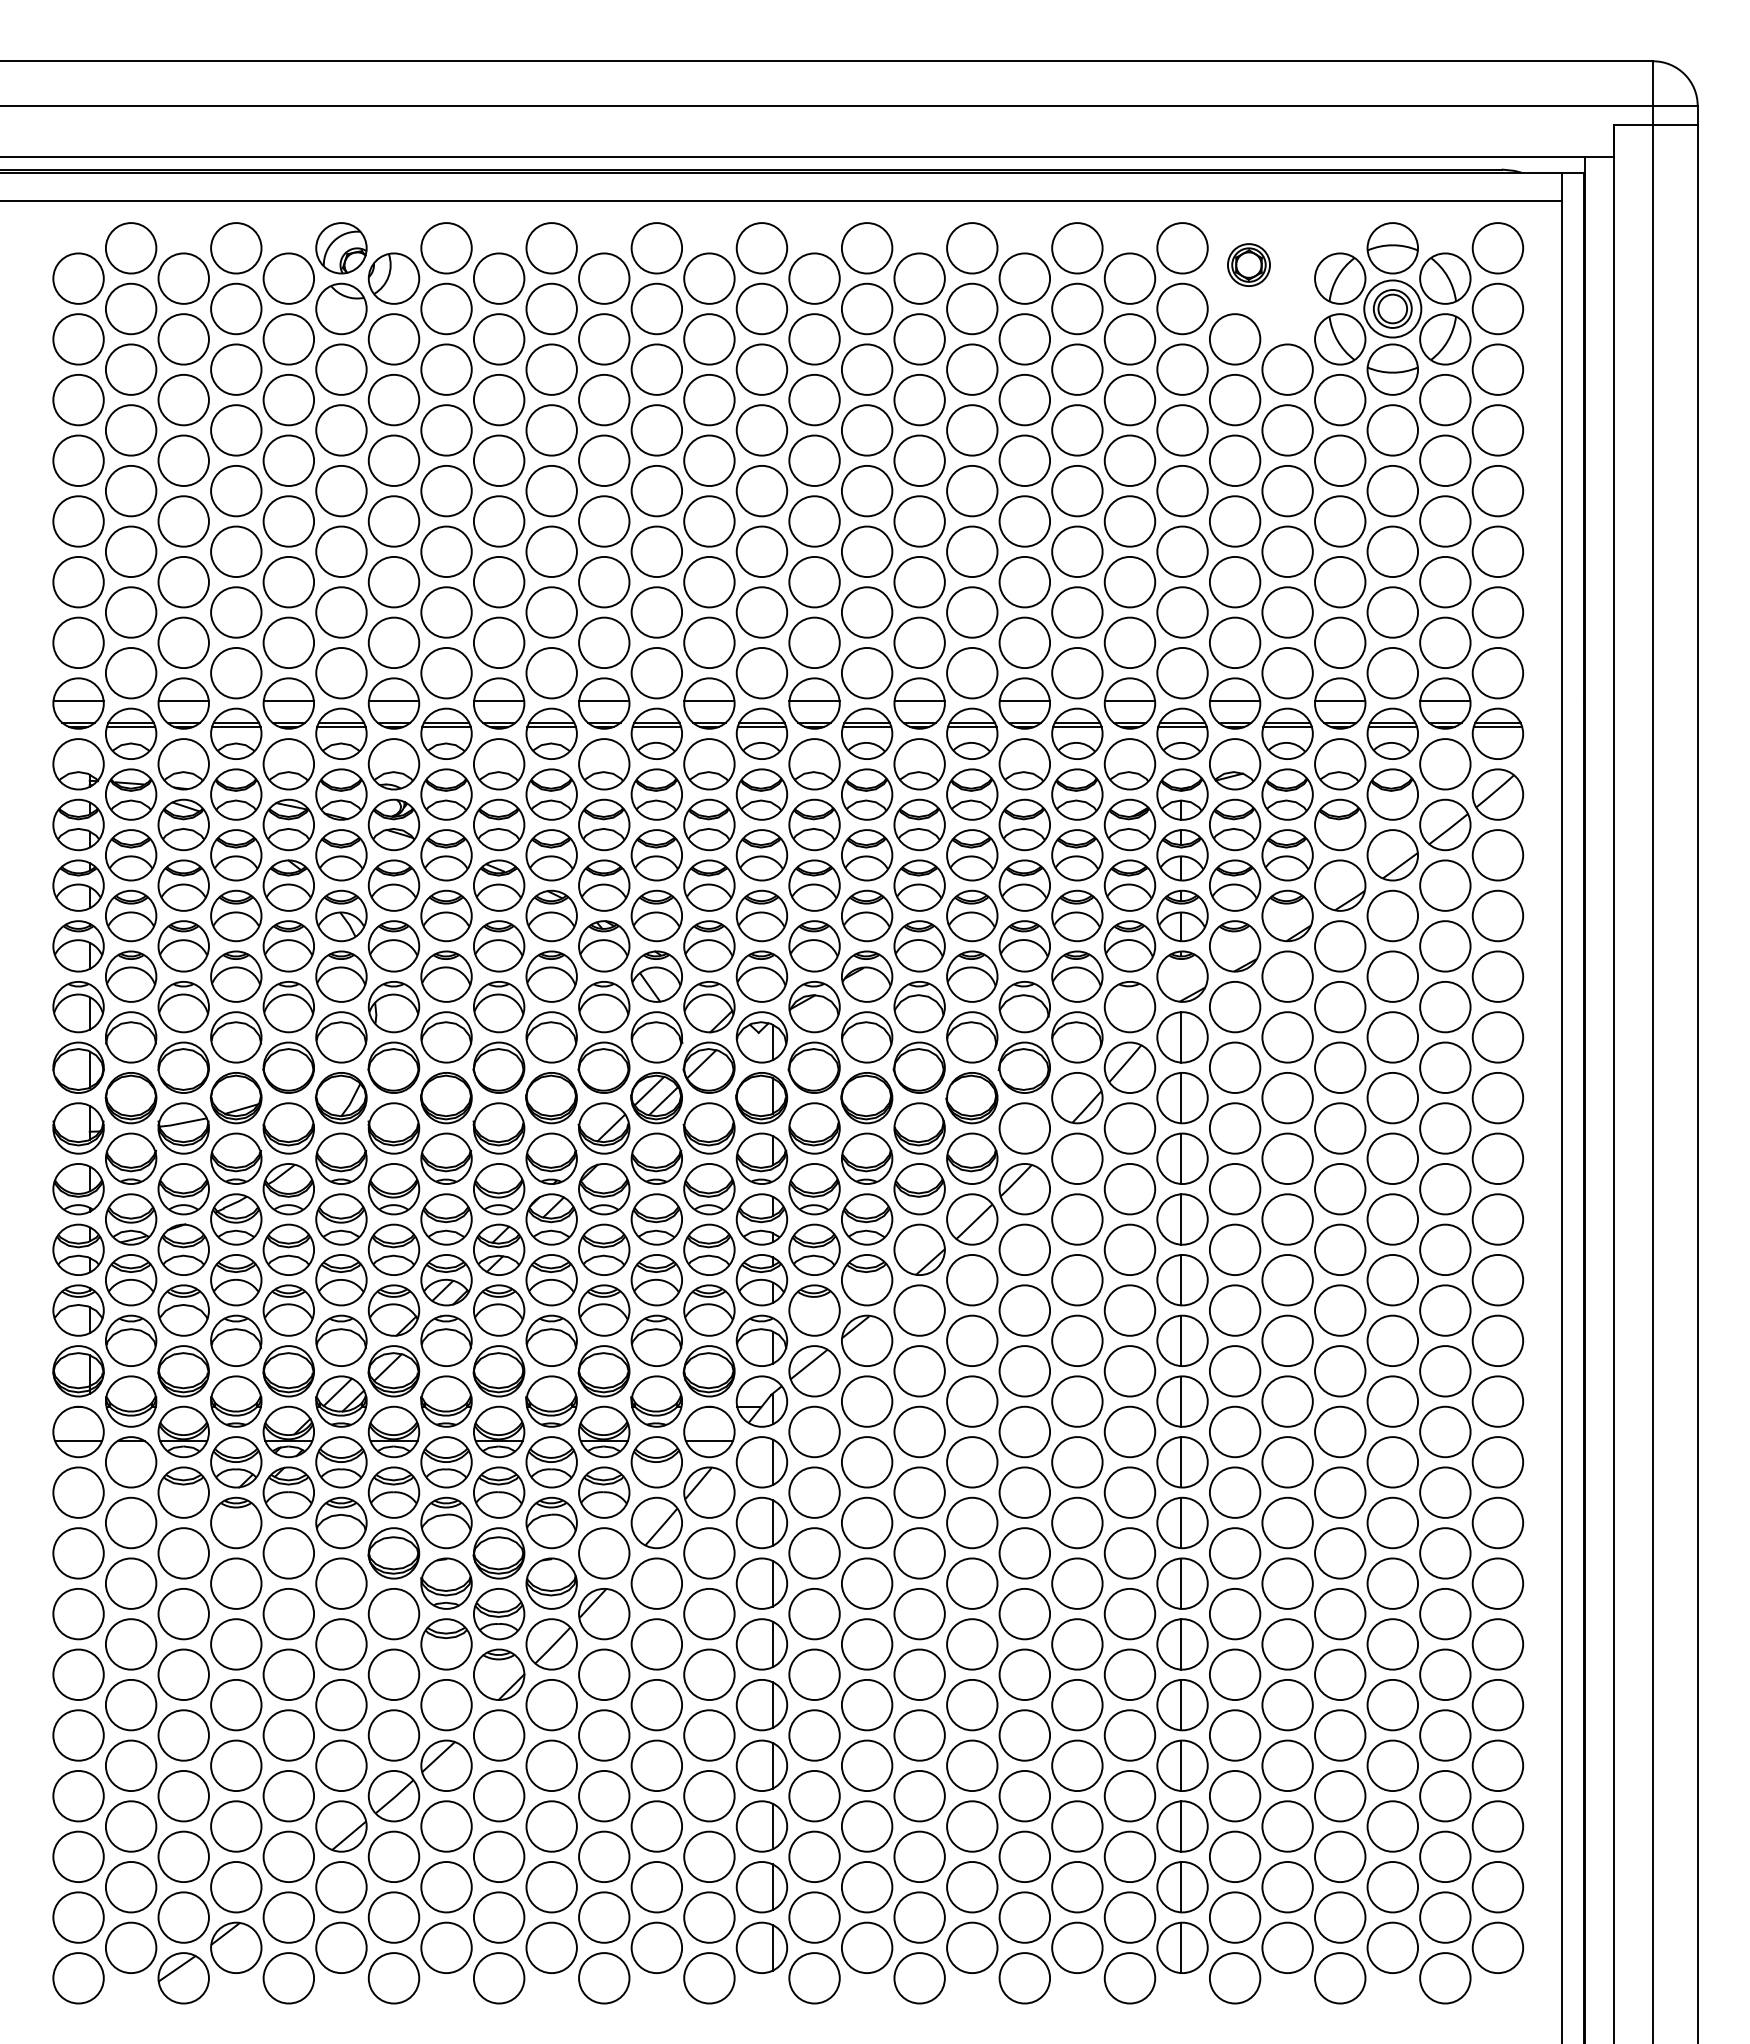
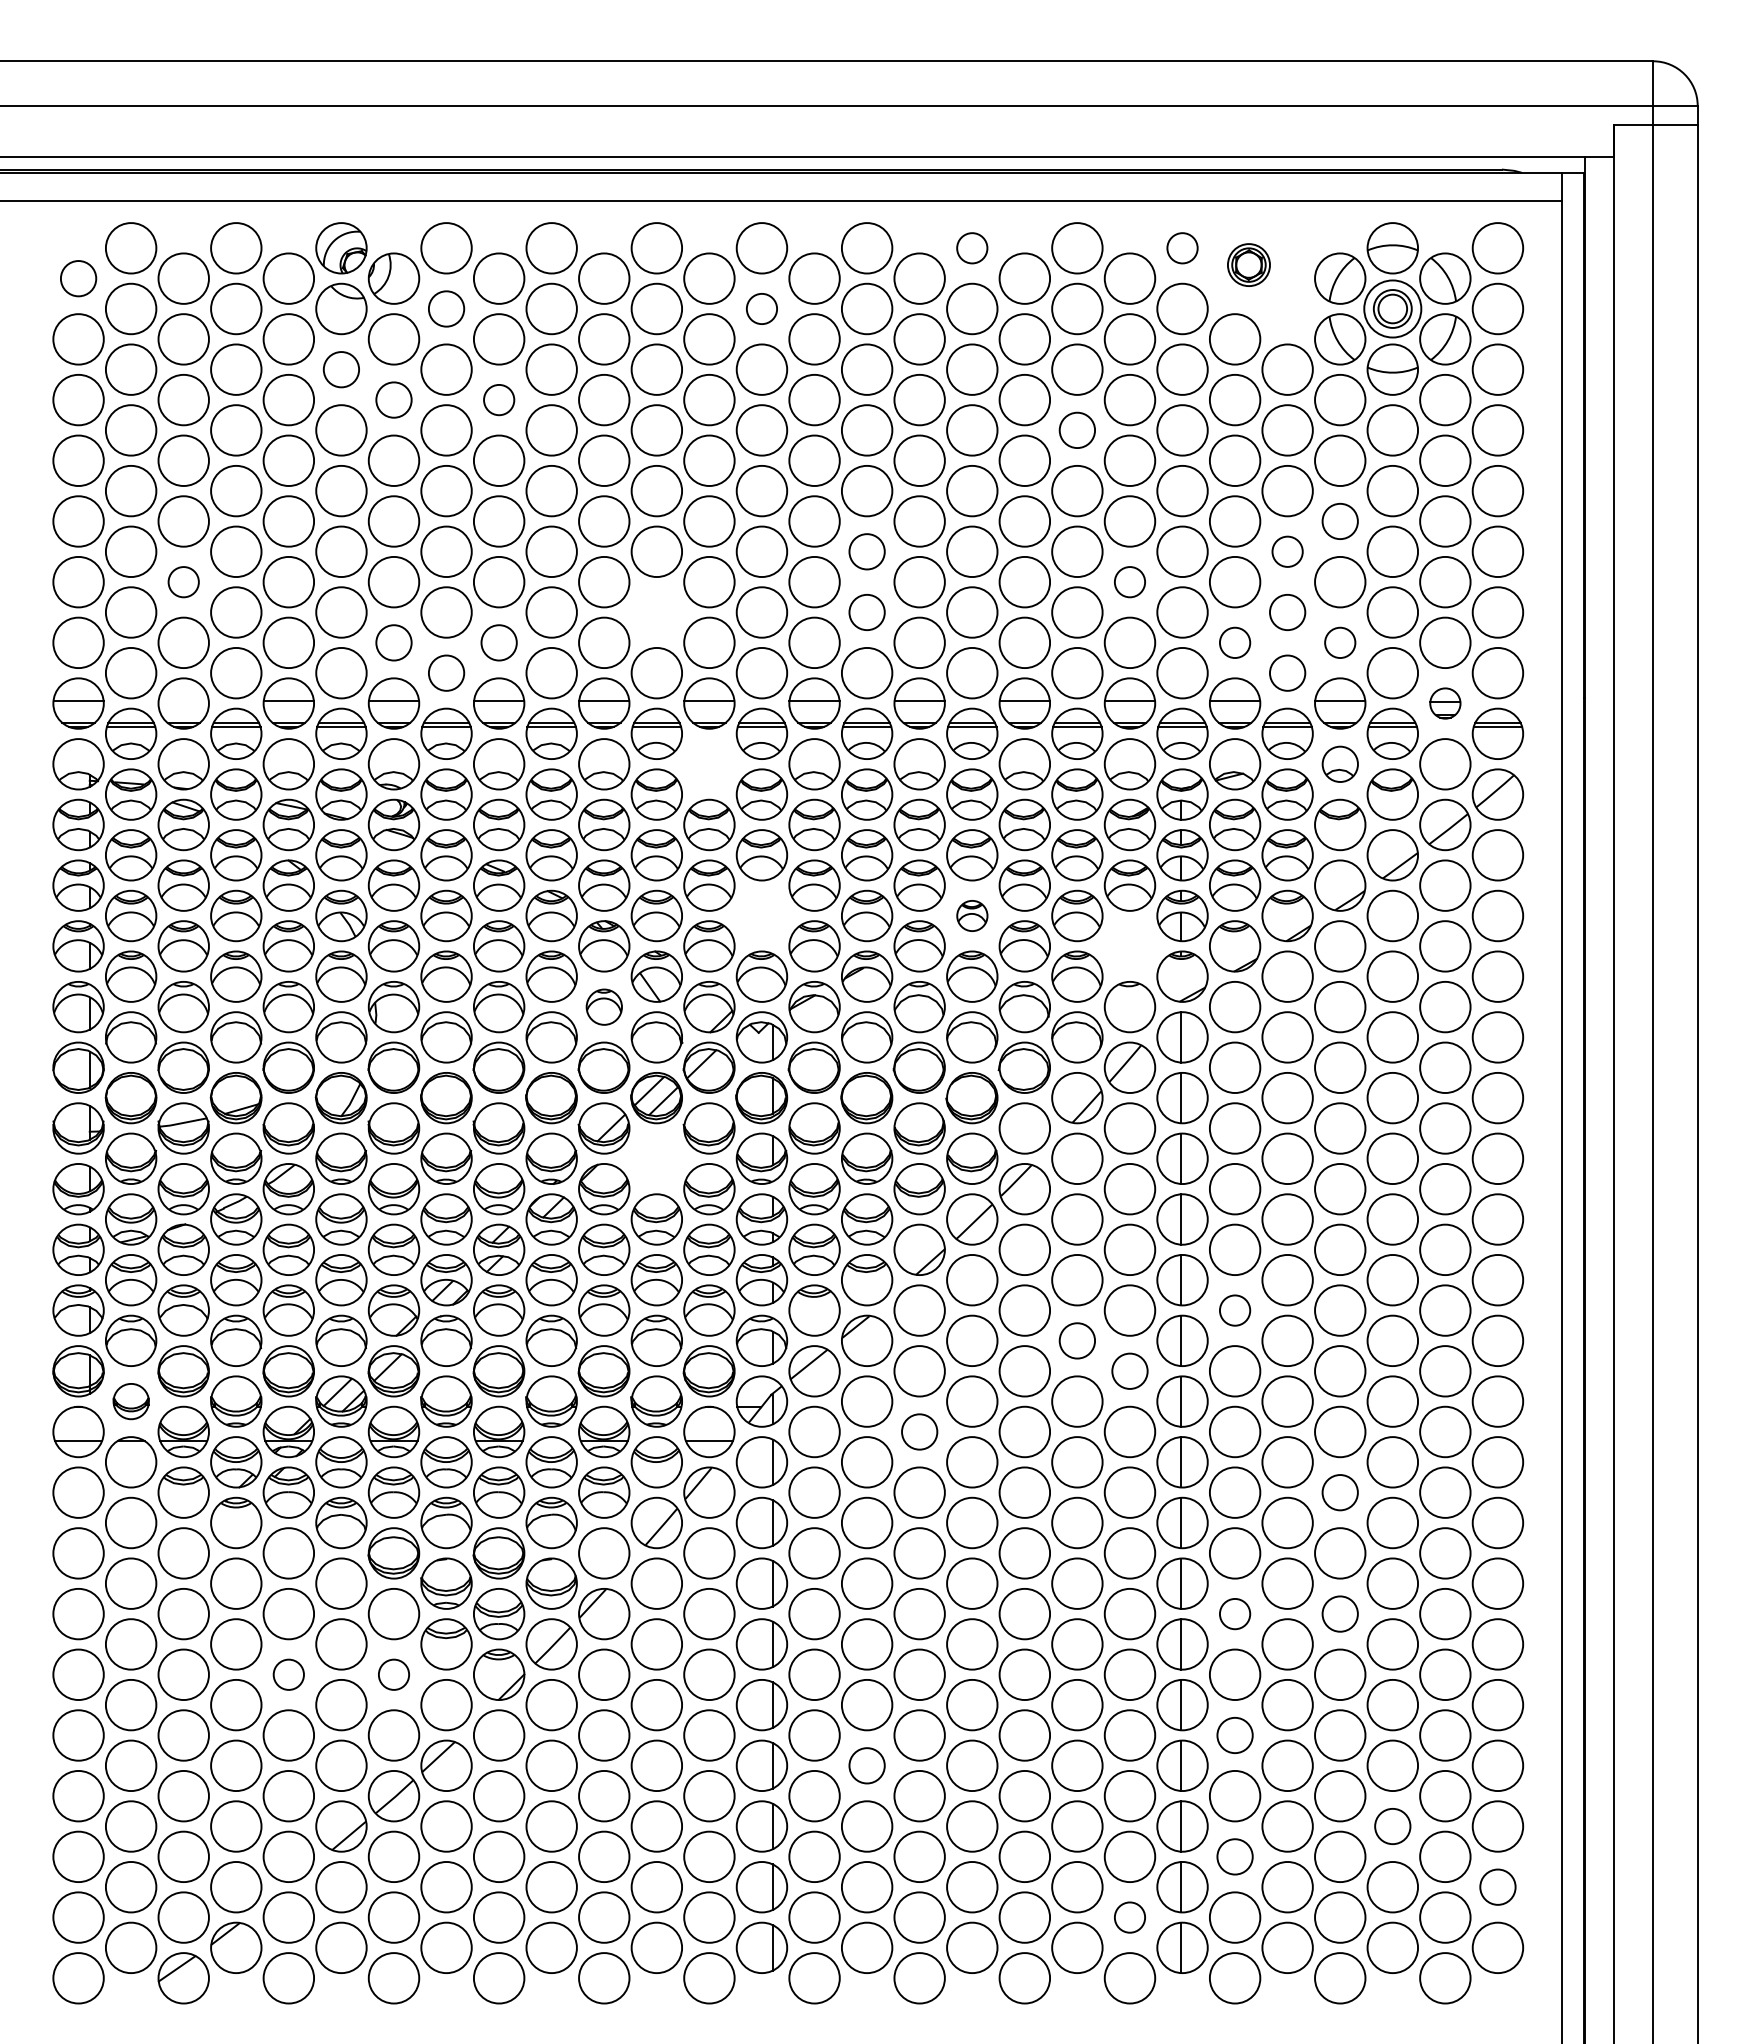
circle at (972, 248) diameter: 50 px -> 30 px
circle at (1182, 248) diameter: 50 px -> 30 px
circle at (78, 278) diameter: 50 px -> 35 px
circle at (446, 308) diameter: 50 px -> 35 px
circle at (761, 308) diameter: 50 px -> 30 px
circle at (341, 369) diameter: 50 px -> 35 px
circle at (393, 399) diameter: 50 px -> 35 px
circle at (498, 399) diameter: 50 px -> 30 px
circle at (1077, 430) diameter: 50 px -> 35 px
circle at (1340, 521) diameter: 50 px -> 35 px
circle at (866, 551) diameter: 50 px -> 35 px
circle at (1287, 551) diameter: 50 px -> 30 px
circle at (183, 581) diameter: 50 px -> 30 px
circle at (1129, 581) diameter: 50 px -> 30 px
circle at (656, 612): present -> none
circle at (866, 612) diameter: 50 px -> 35 px
circle at (1287, 612) diameter: 50 px -> 35 px
circle at (393, 642) diameter: 50 px -> 35 px
circle at (498, 642) diameter: 50 px -> 35 px
circle at (1234, 642) diameter: 50 px -> 30 px
circle at (1340, 642) diameter: 50 px -> 30 px
circle at (446, 672) diameter: 50 px -> 35 px
circle at (1287, 672) diameter: 50 px -> 35 px
line at (183, 700): present -> none
part at (1445, 703) size: 53x53 px -> 33x33 px
part at (709, 764): present -> none
part at (1340, 764) size: 53x53 px -> 38x38 px
part at (761, 915): present -> none
part at (972, 915) size: 53x54 px -> 33x32 px
part at (1129, 946): present -> none
part at (604, 1007) size: 53x53 px -> 38x38 px
part at (656, 1158): present -> none
circle at (1234, 1310) diameter: 50 px -> 30 px
circle at (1077, 1340) diameter: 50 px -> 35 px
circle at (1129, 1371) diameter: 50 px -> 35 px
part at (131, 1401) size: 53x53 px -> 38x38 px
circle at (919, 1431) diameter: 50 px -> 35 px
circle at (1340, 1492) diameter: 50 px -> 35 px
circle at (1234, 1613) diameter: 50 px -> 30 px
circle at (1340, 1613) diameter: 50 px -> 35 px
circle at (288, 1674) diameter: 50 px -> 30 px
circle at (393, 1674) diameter: 50 px -> 30 px
circle at (1234, 1735) diameter: 50 px -> 35 px
circle at (866, 1765) diameter: 50 px -> 35 px
circle at (1392, 1826) diameter: 50 px -> 35 px
circle at (1234, 1856) diameter: 50 px -> 35 px
circle at (1497, 1886) diameter: 50 px -> 35 px
circle at (1129, 1917) diameter: 50 px -> 30 px
